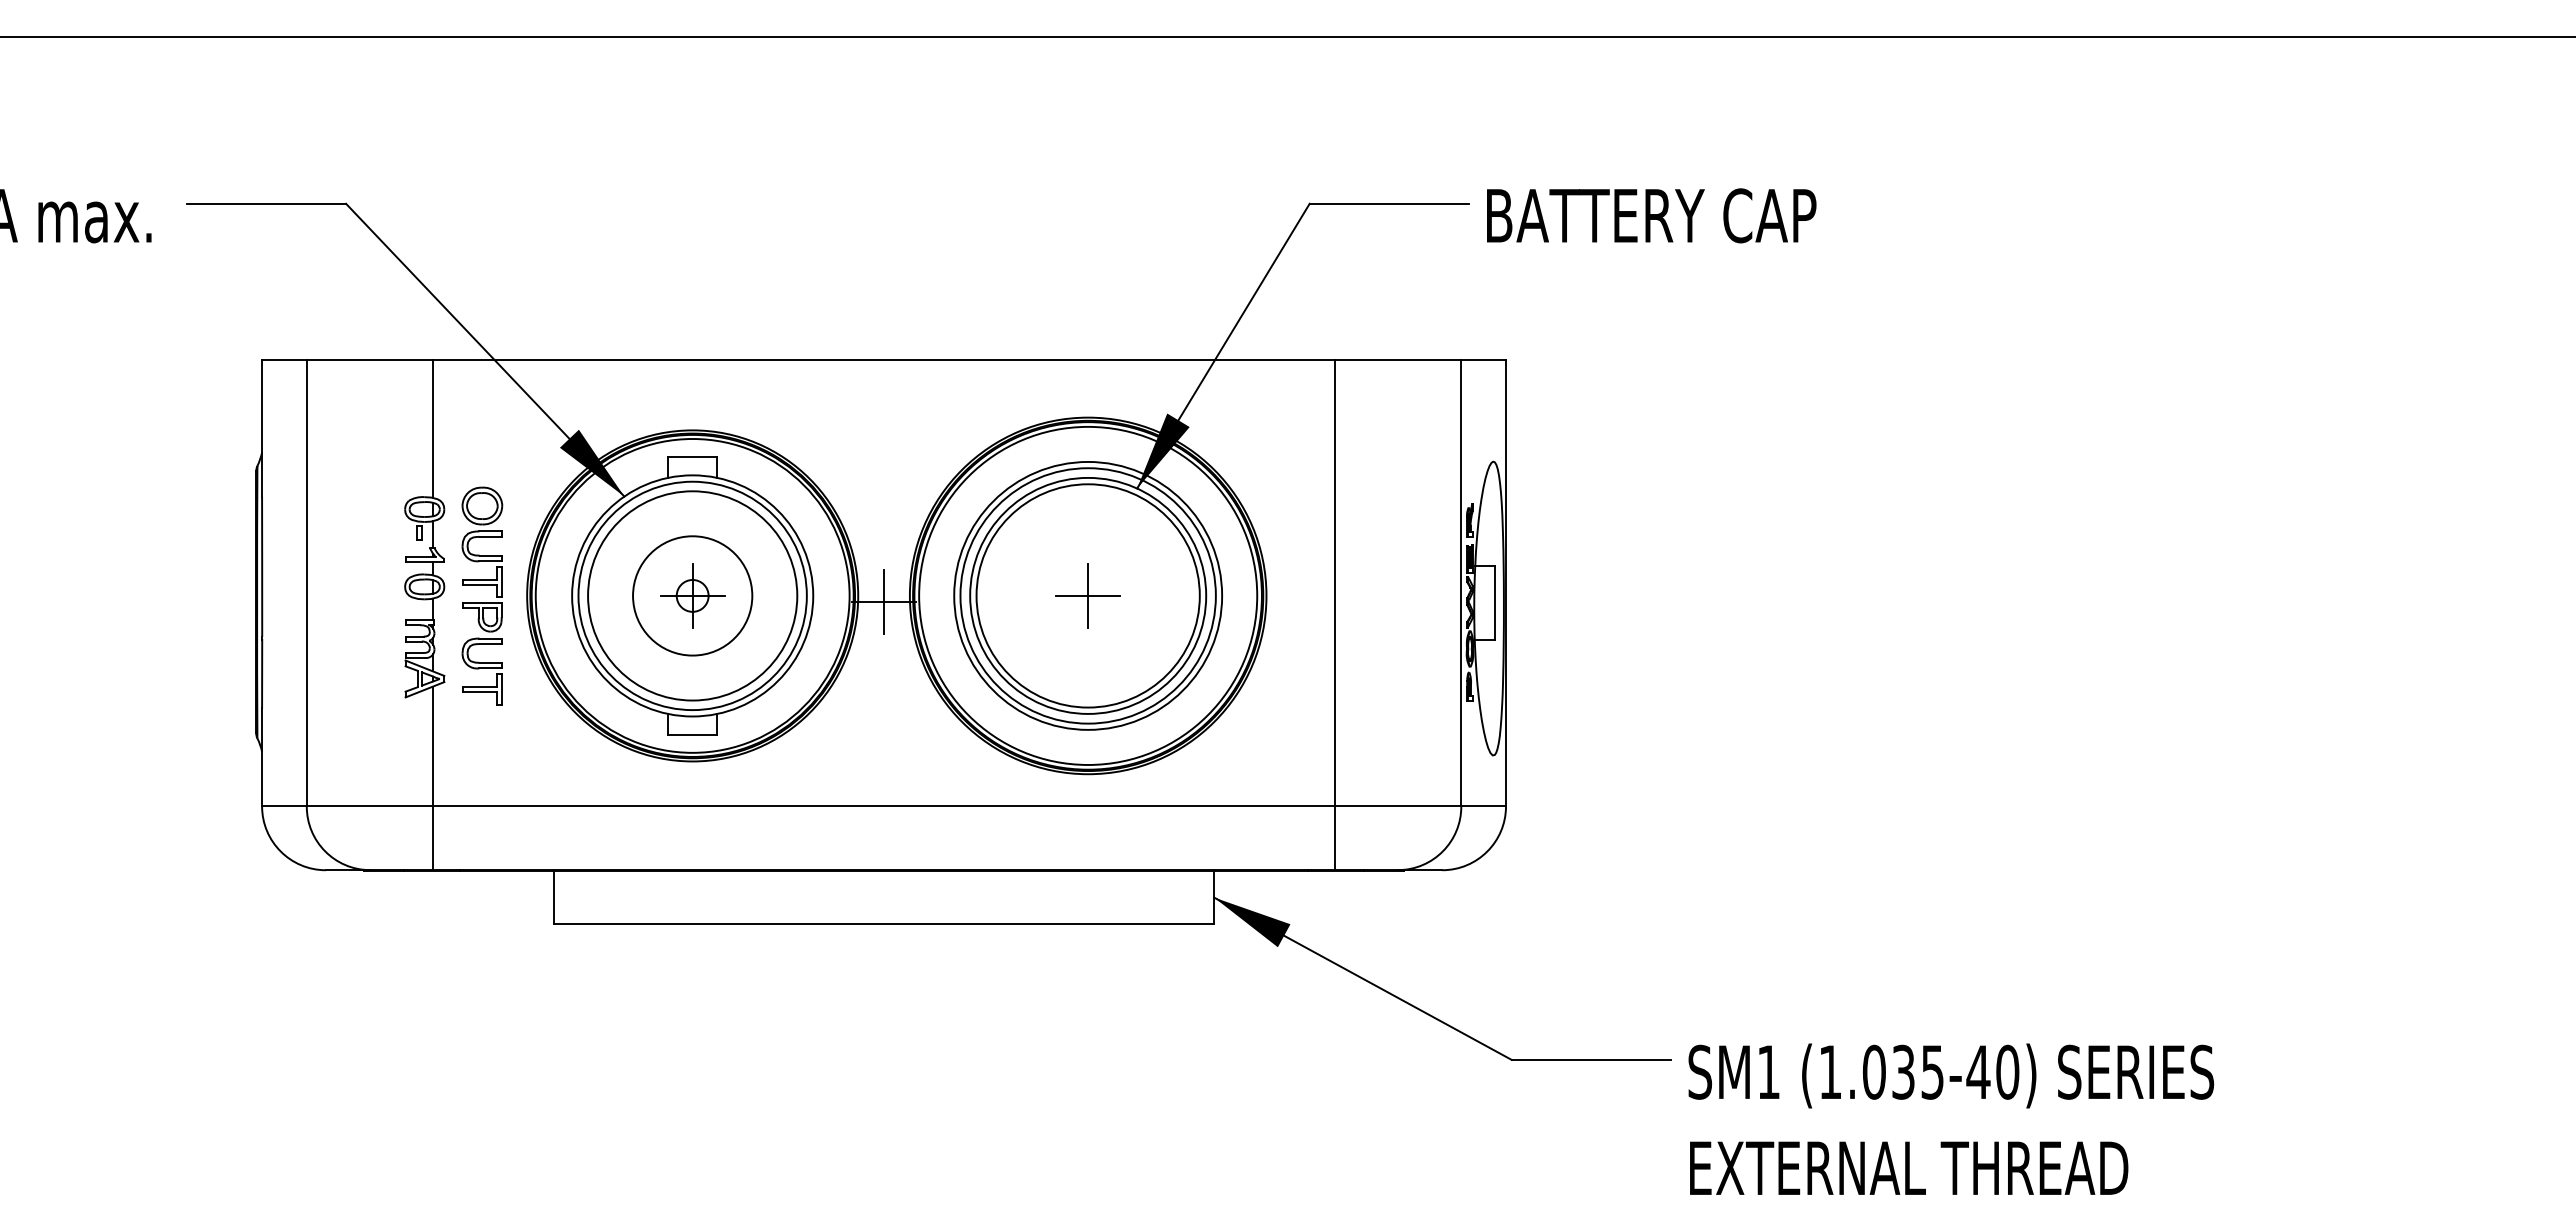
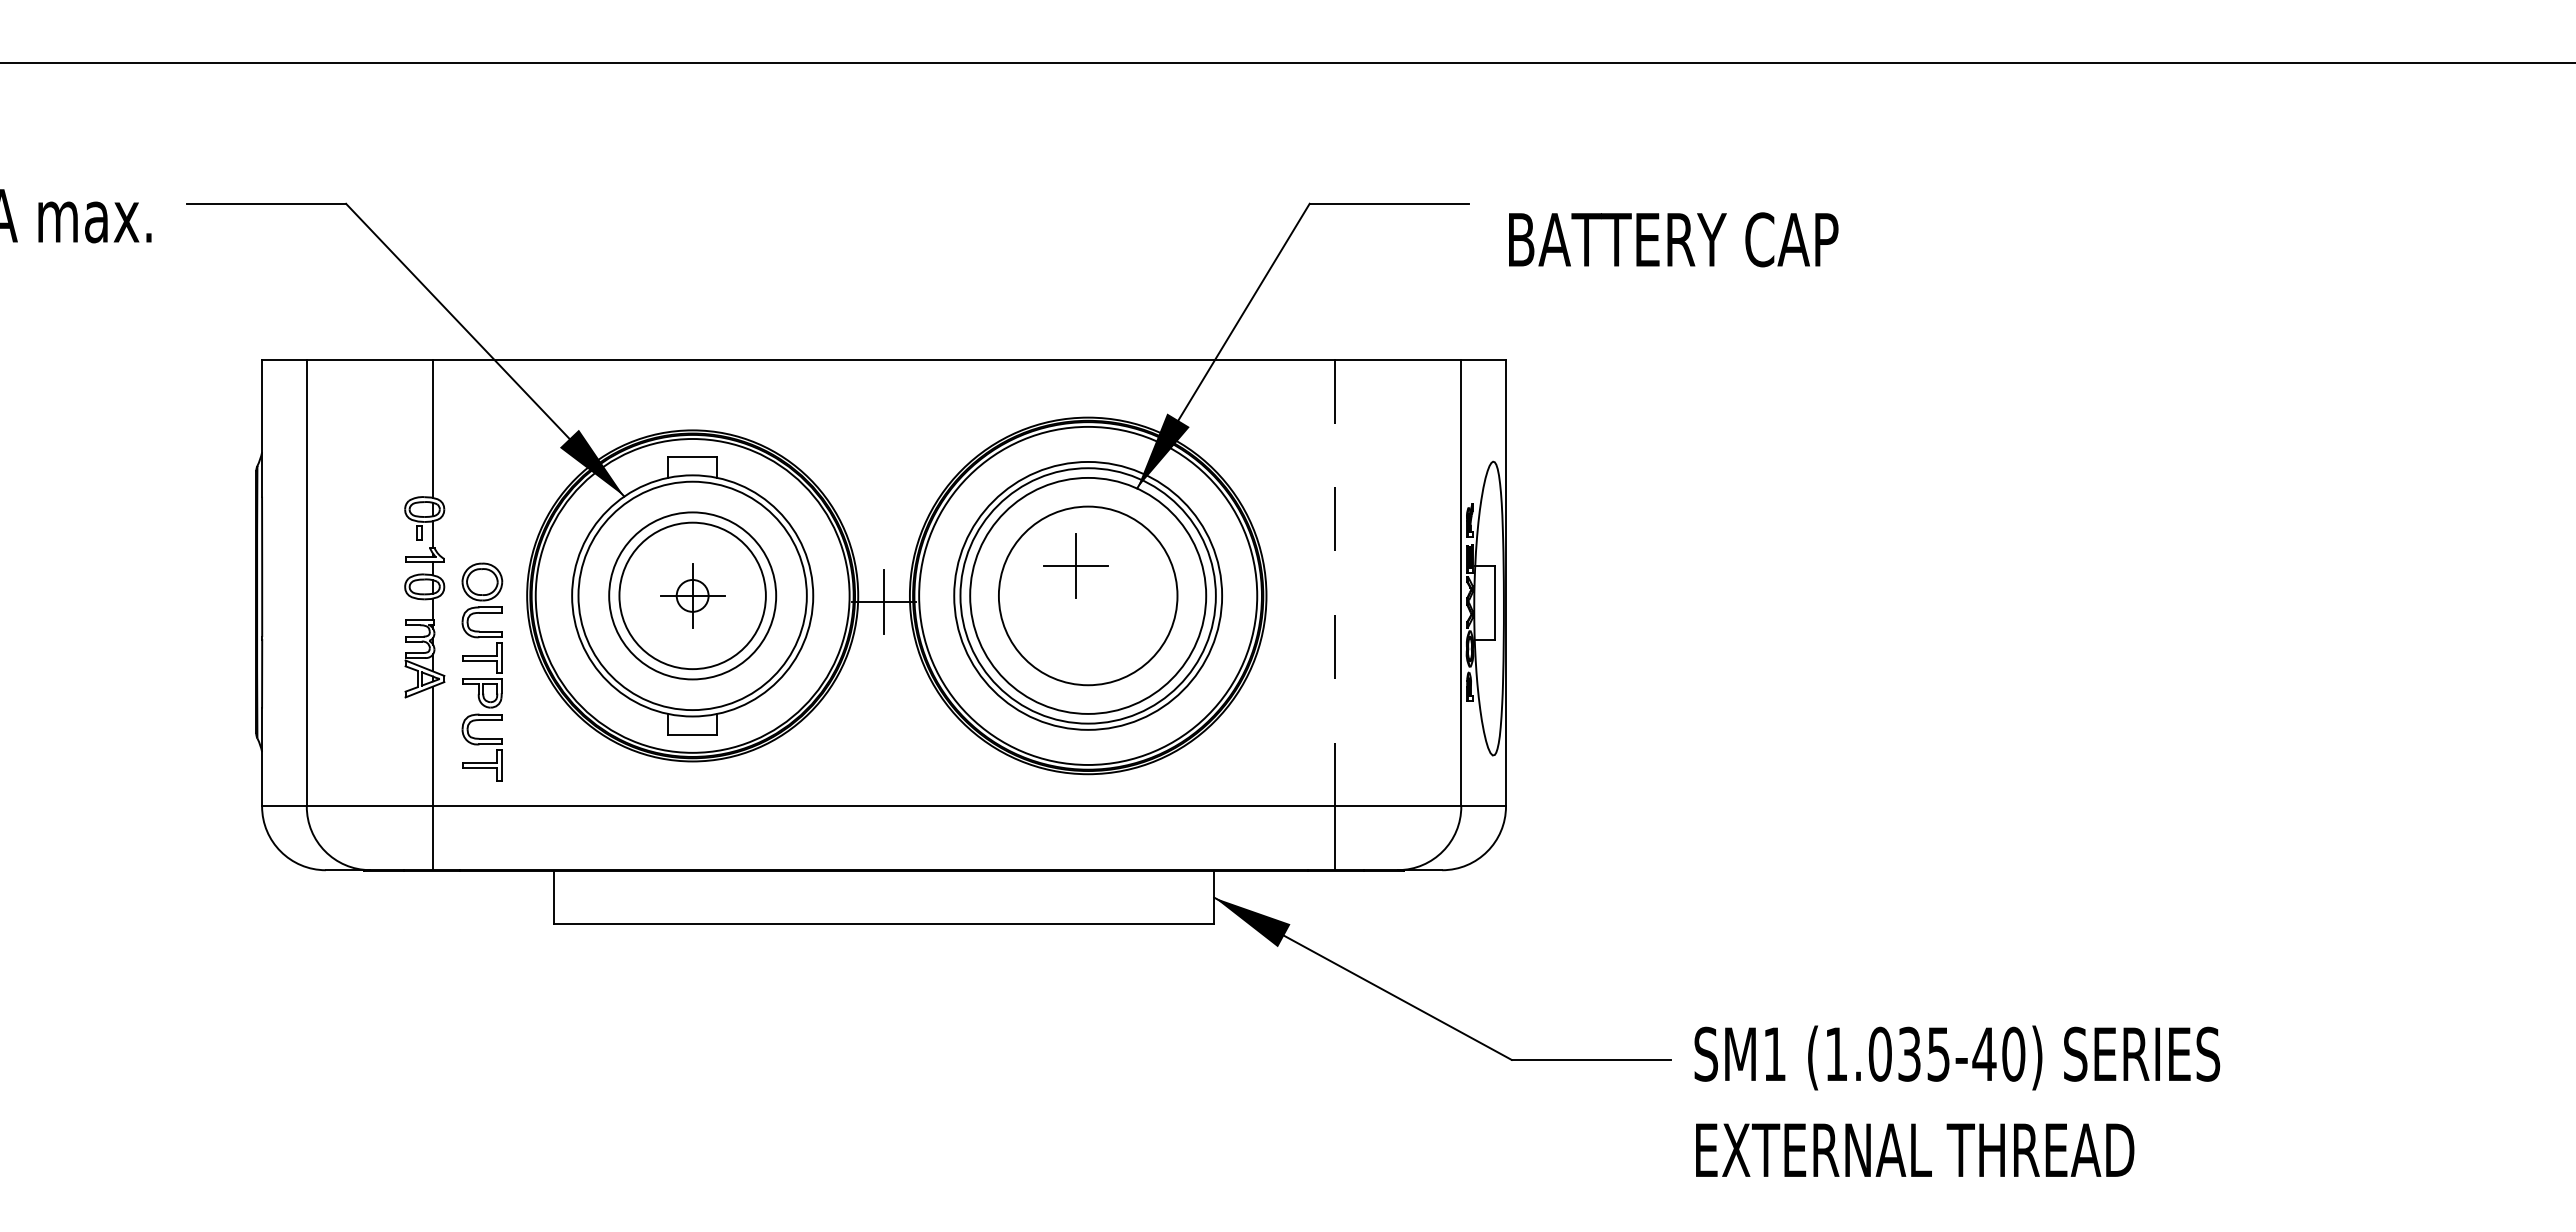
line at (1287, 37) position: (1287, 37) -> (1287, 63)
text at (1651, 215) position: (1651, 215) -> (1673, 239)
line at (1334, 582): solid -> dashed
circle at (692, 595) diameter: 119 px -> 167 px
circle at (692, 595) diameter: 209 px -> 146 px
circle at (1087, 595) diameter: 223 px -> 179 px
part at (1087, 595) position: (1087, 595) -> (1075, 565)
part at (482, 602) position: (482, 602) -> (482, 678)
text at (1951, 1118) position: (1951, 1118) -> (1957, 1100)
